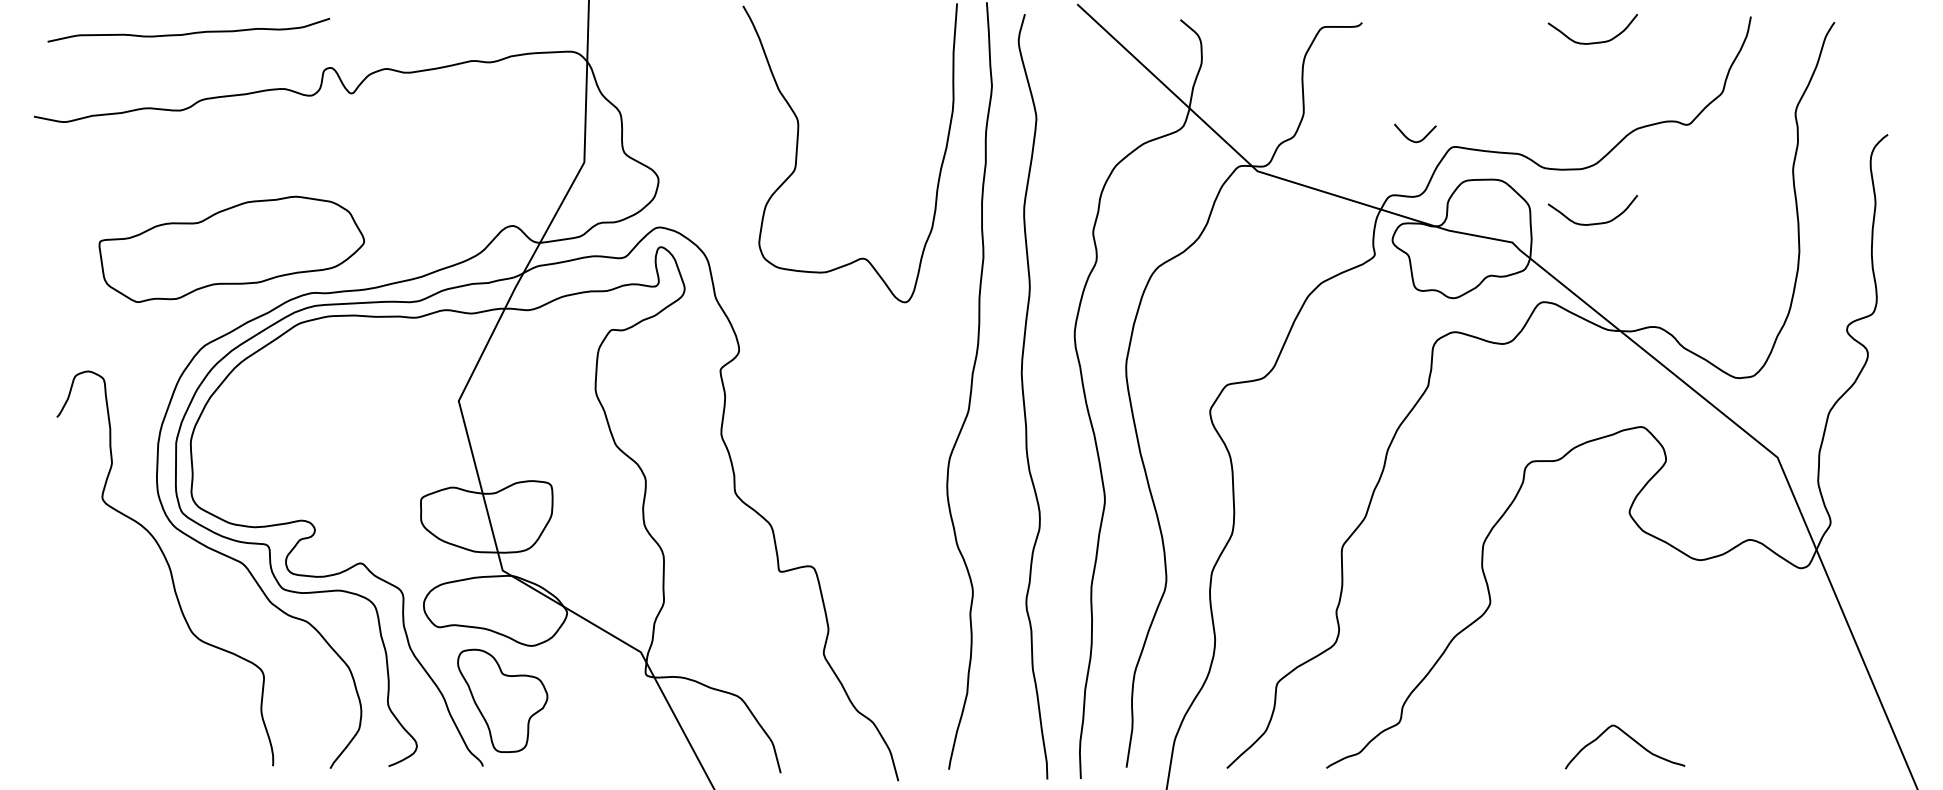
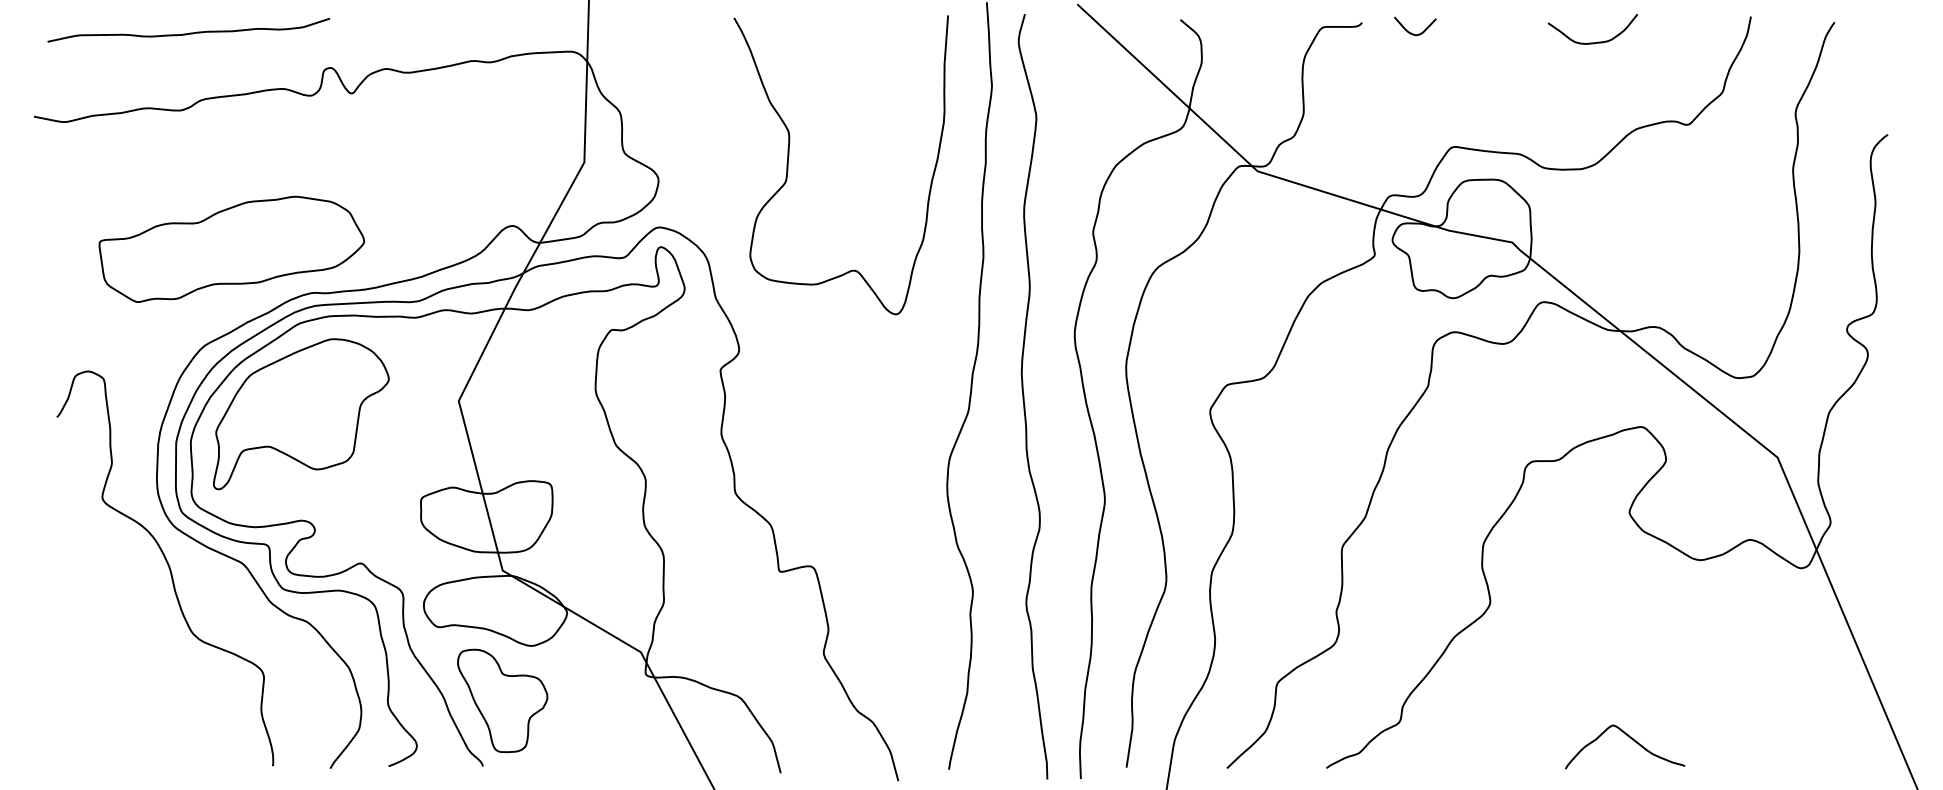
curve at (1411, 139) position: (1411, 139) -> (1411, 32)
curve at (798, 145) position: (798, 145) -> (789, 157)
curve at (1592, 223): present -> none
part at (301, 414): none -> present
